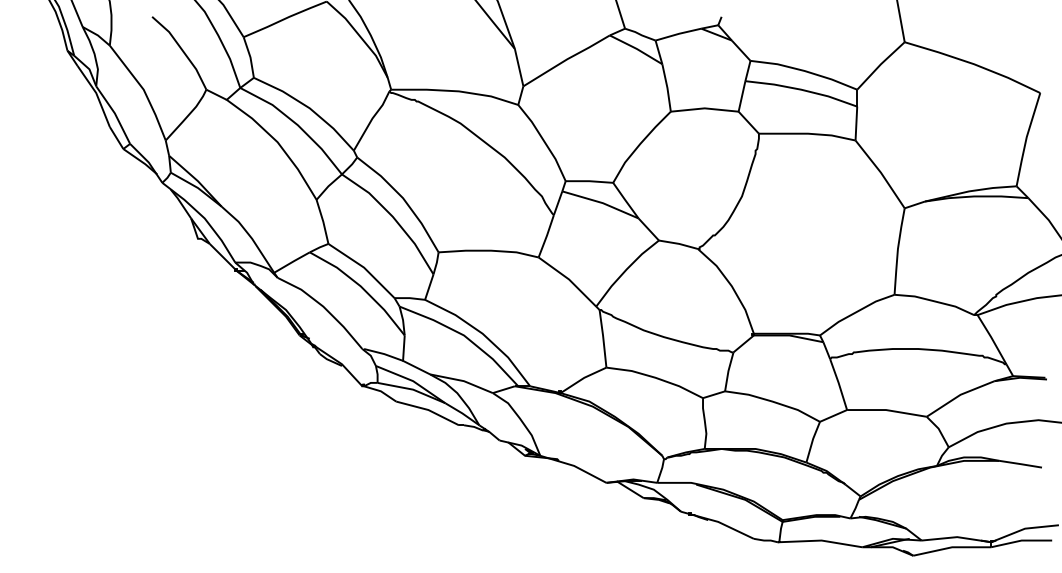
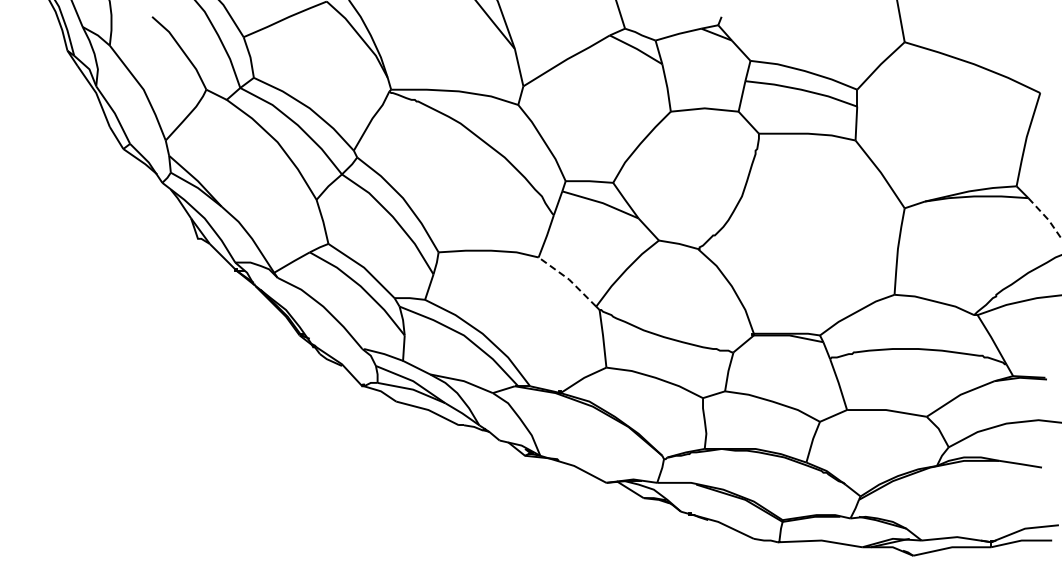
line at (1046, 217): solid -> dashed
line at (569, 279): solid -> dashed
